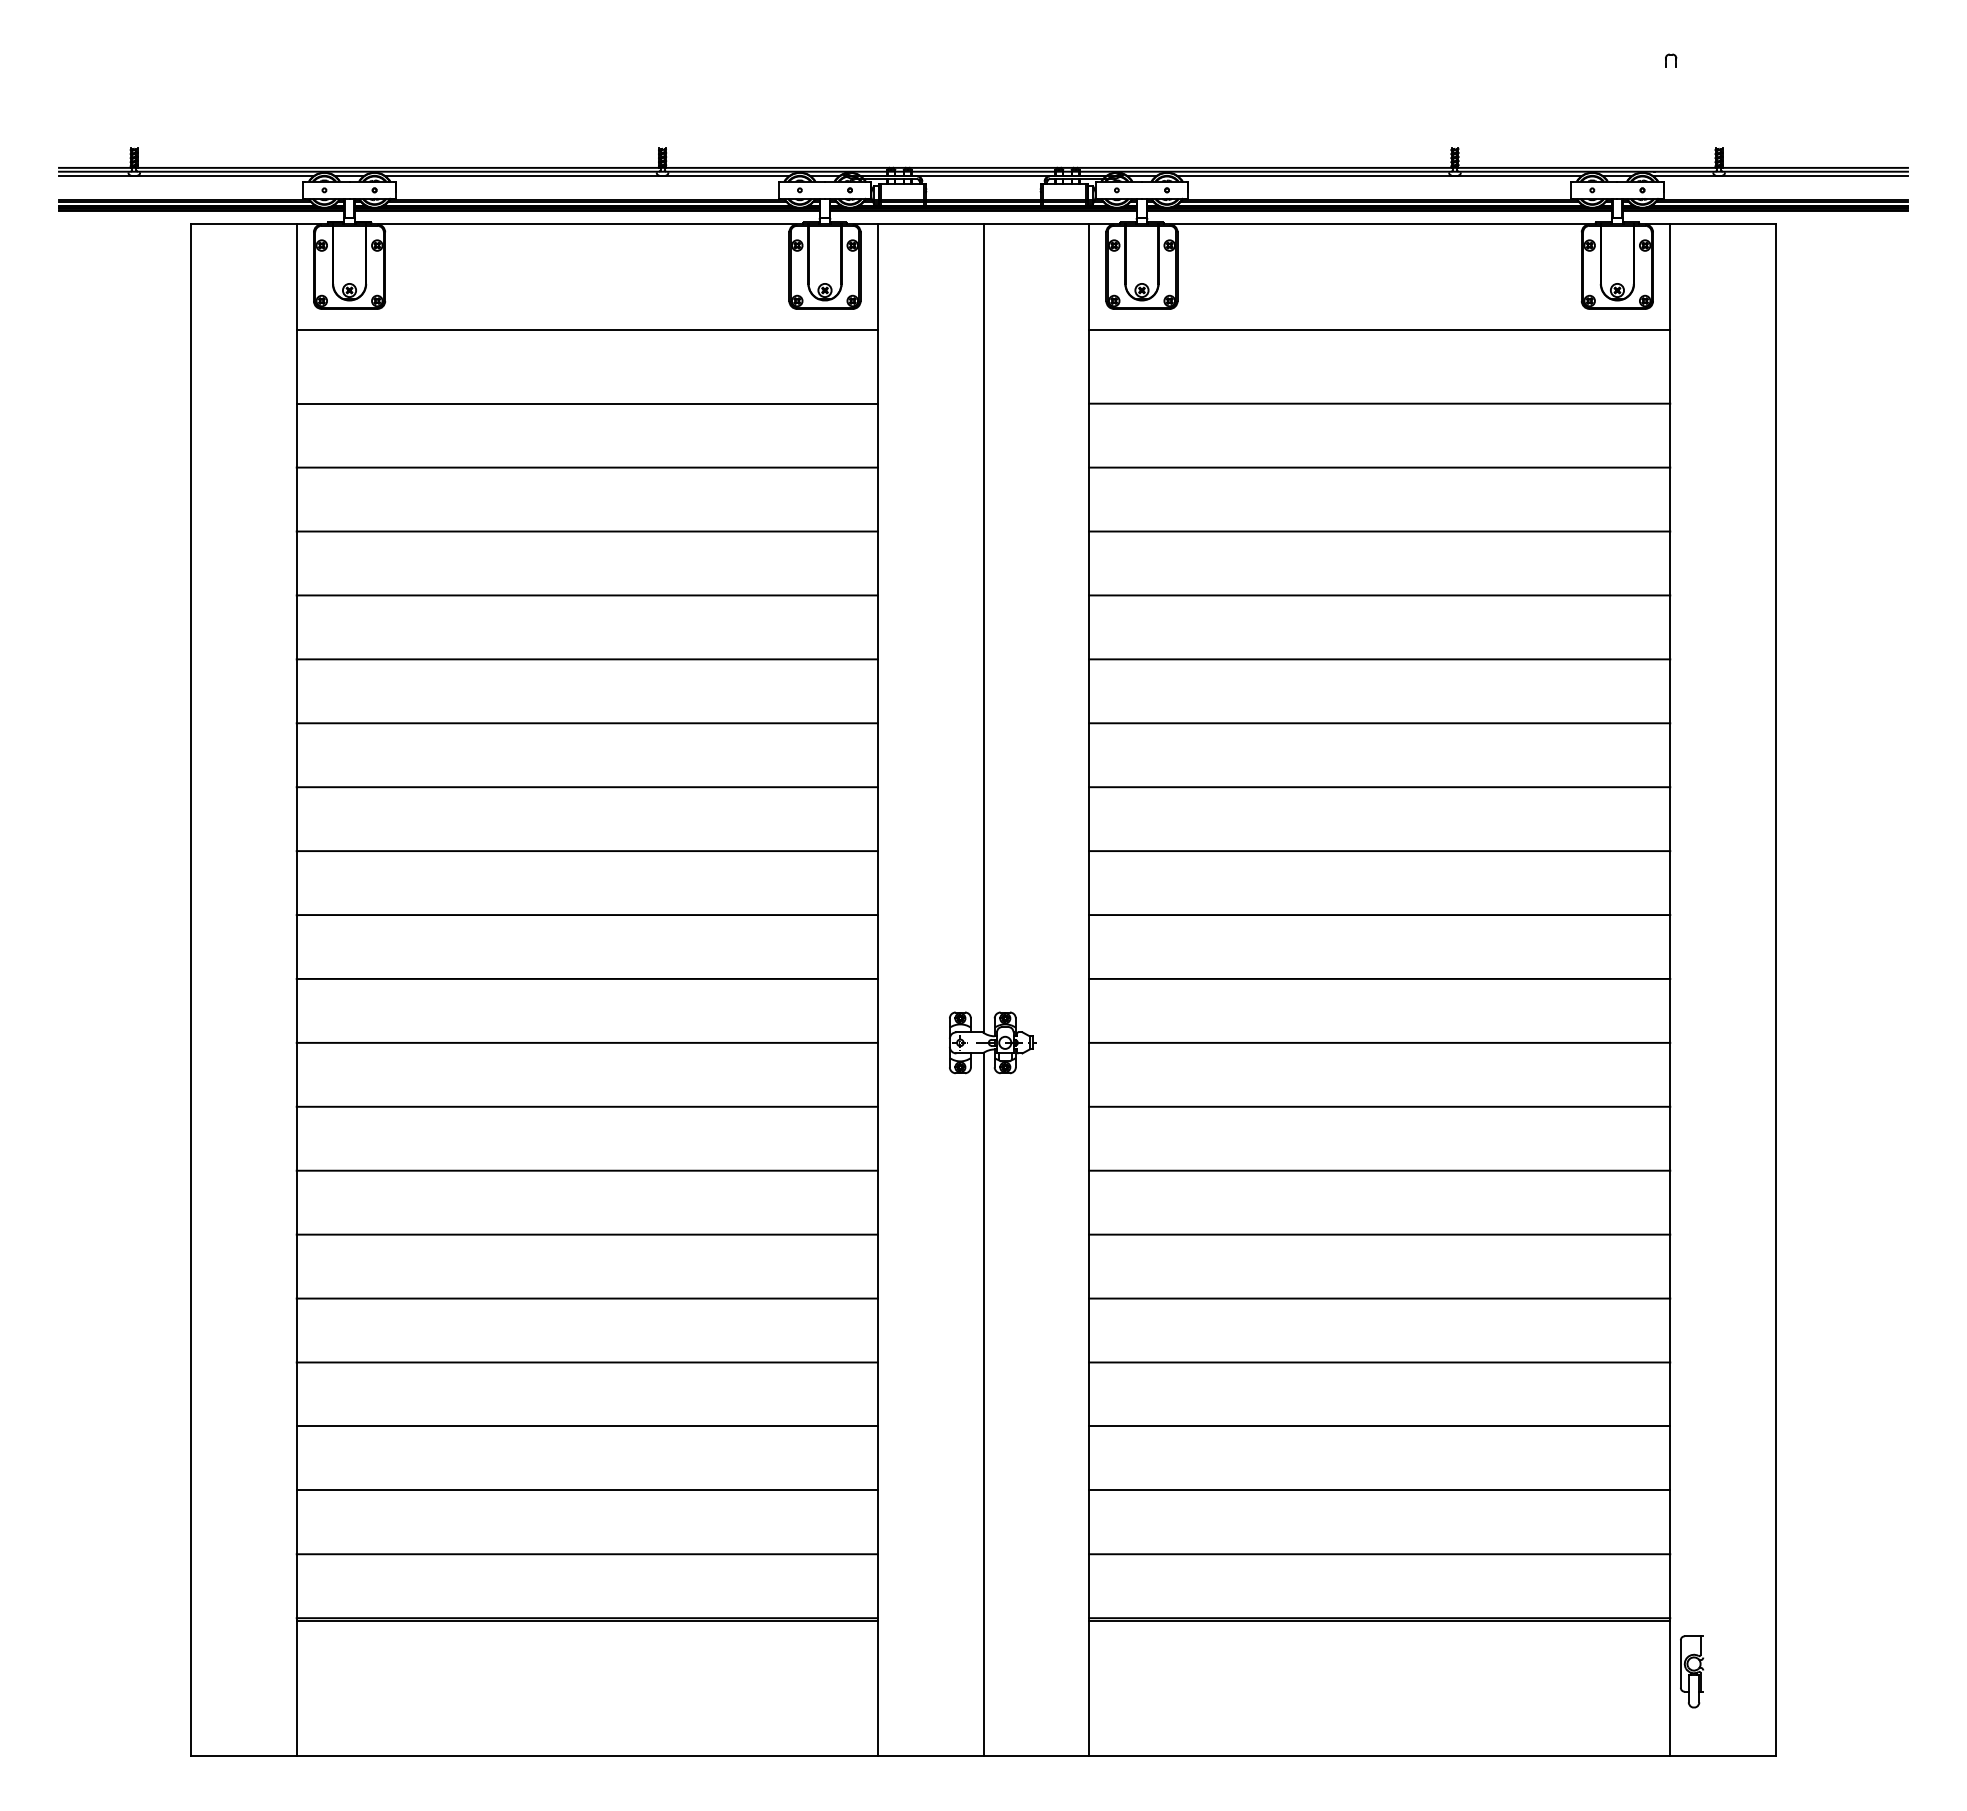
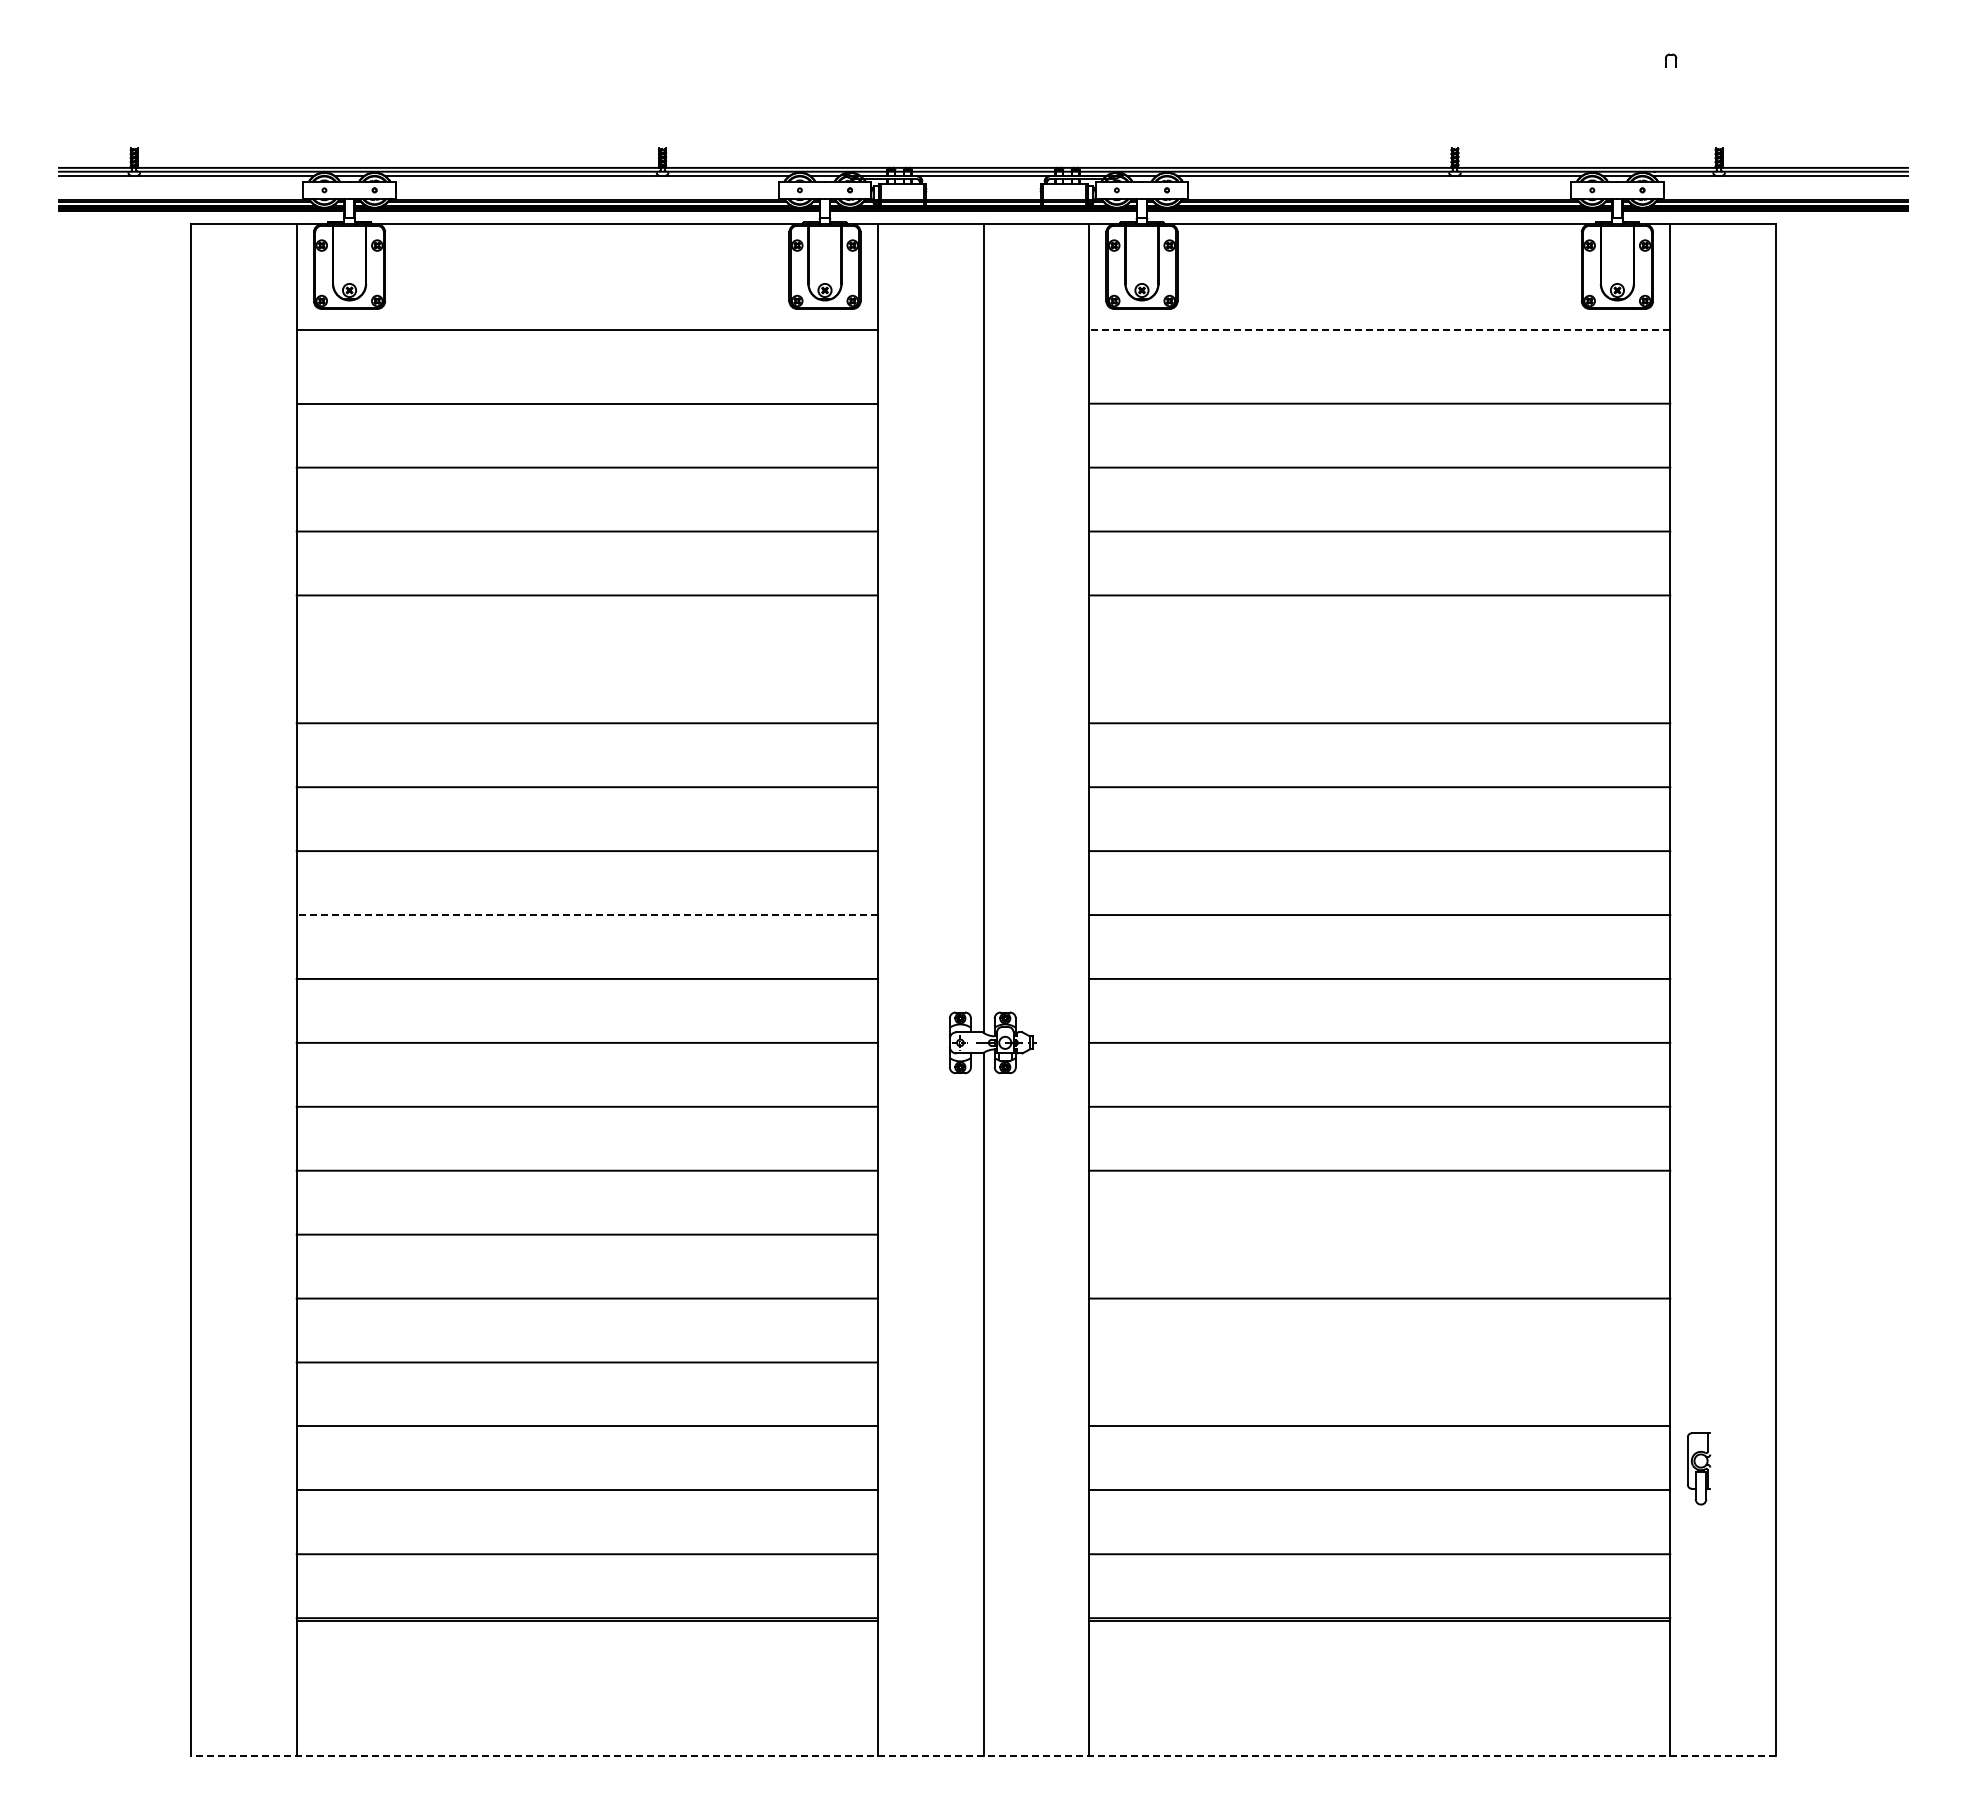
line at (1379, 330): solid -> dashed
line at (586, 659): present -> none
line at (1379, 659): present -> none
line at (587, 915): solid -> dashed
line at (1379, 1234): present -> none
line at (1379, 1362): present -> none
part at (1692, 1671) position: (1692, 1671) -> (1699, 1468)
line at (983, 1756): solid -> dashed
